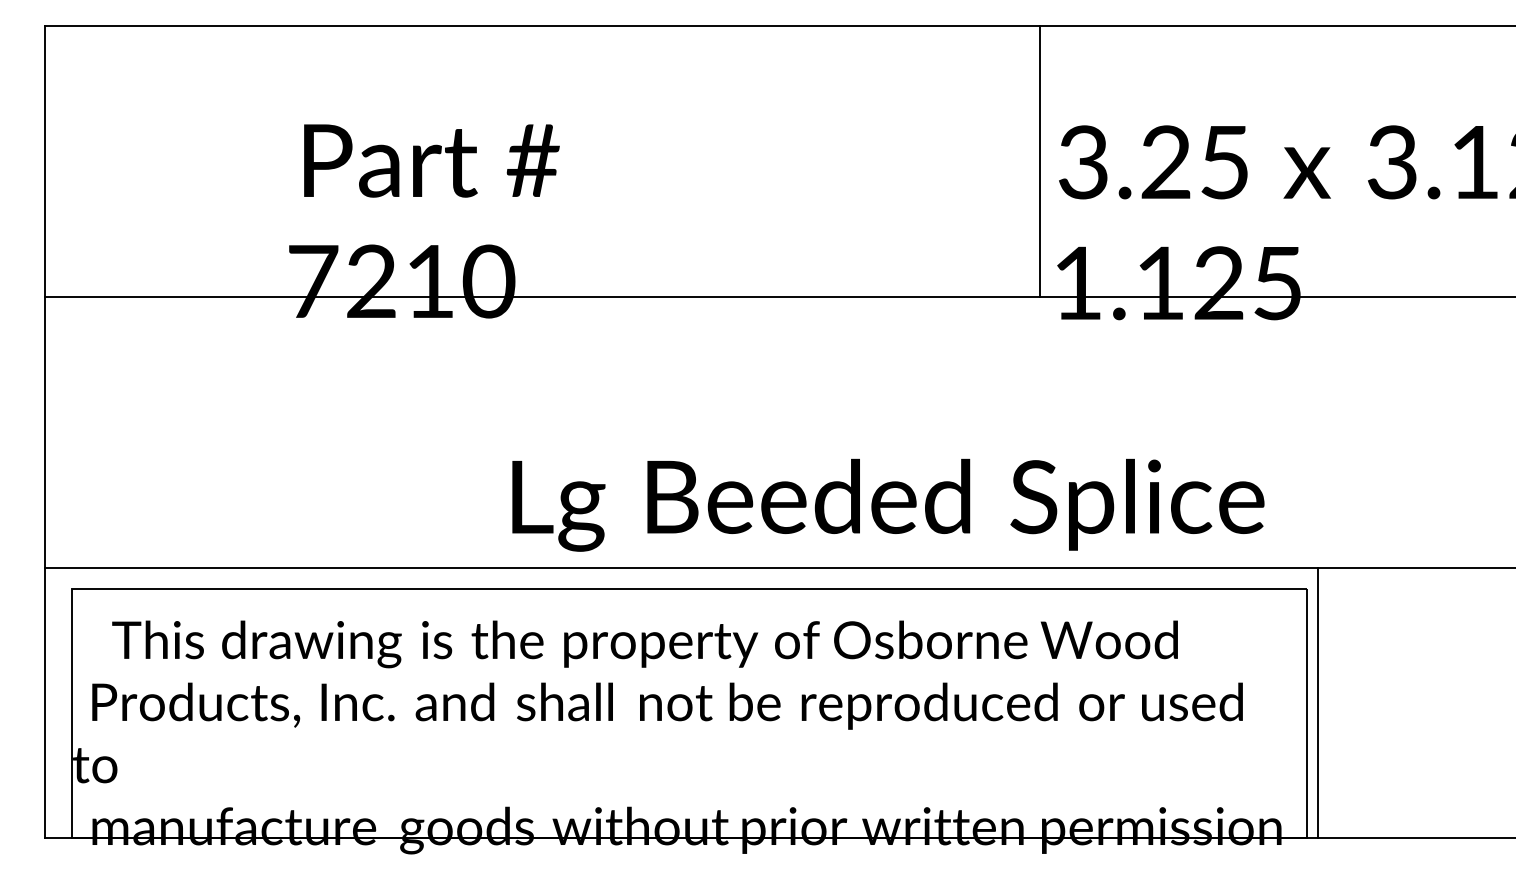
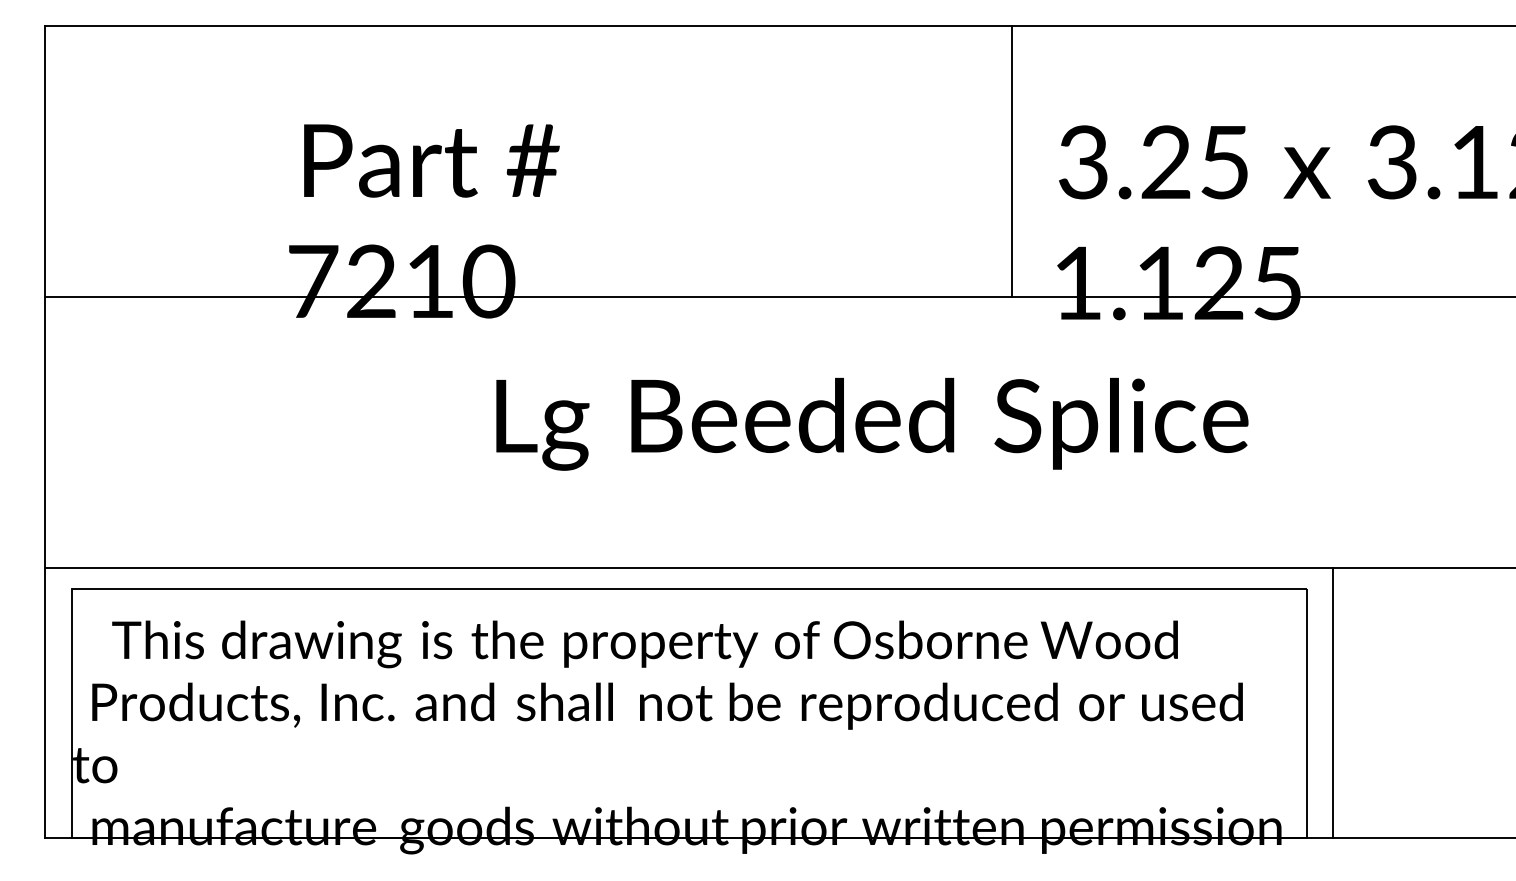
line at (1040, 161) position: (1040, 161) -> (1012, 161)
text at (888, 504) position: (888, 504) -> (872, 423)
line at (1318, 702) position: (1318, 702) -> (1333, 702)
